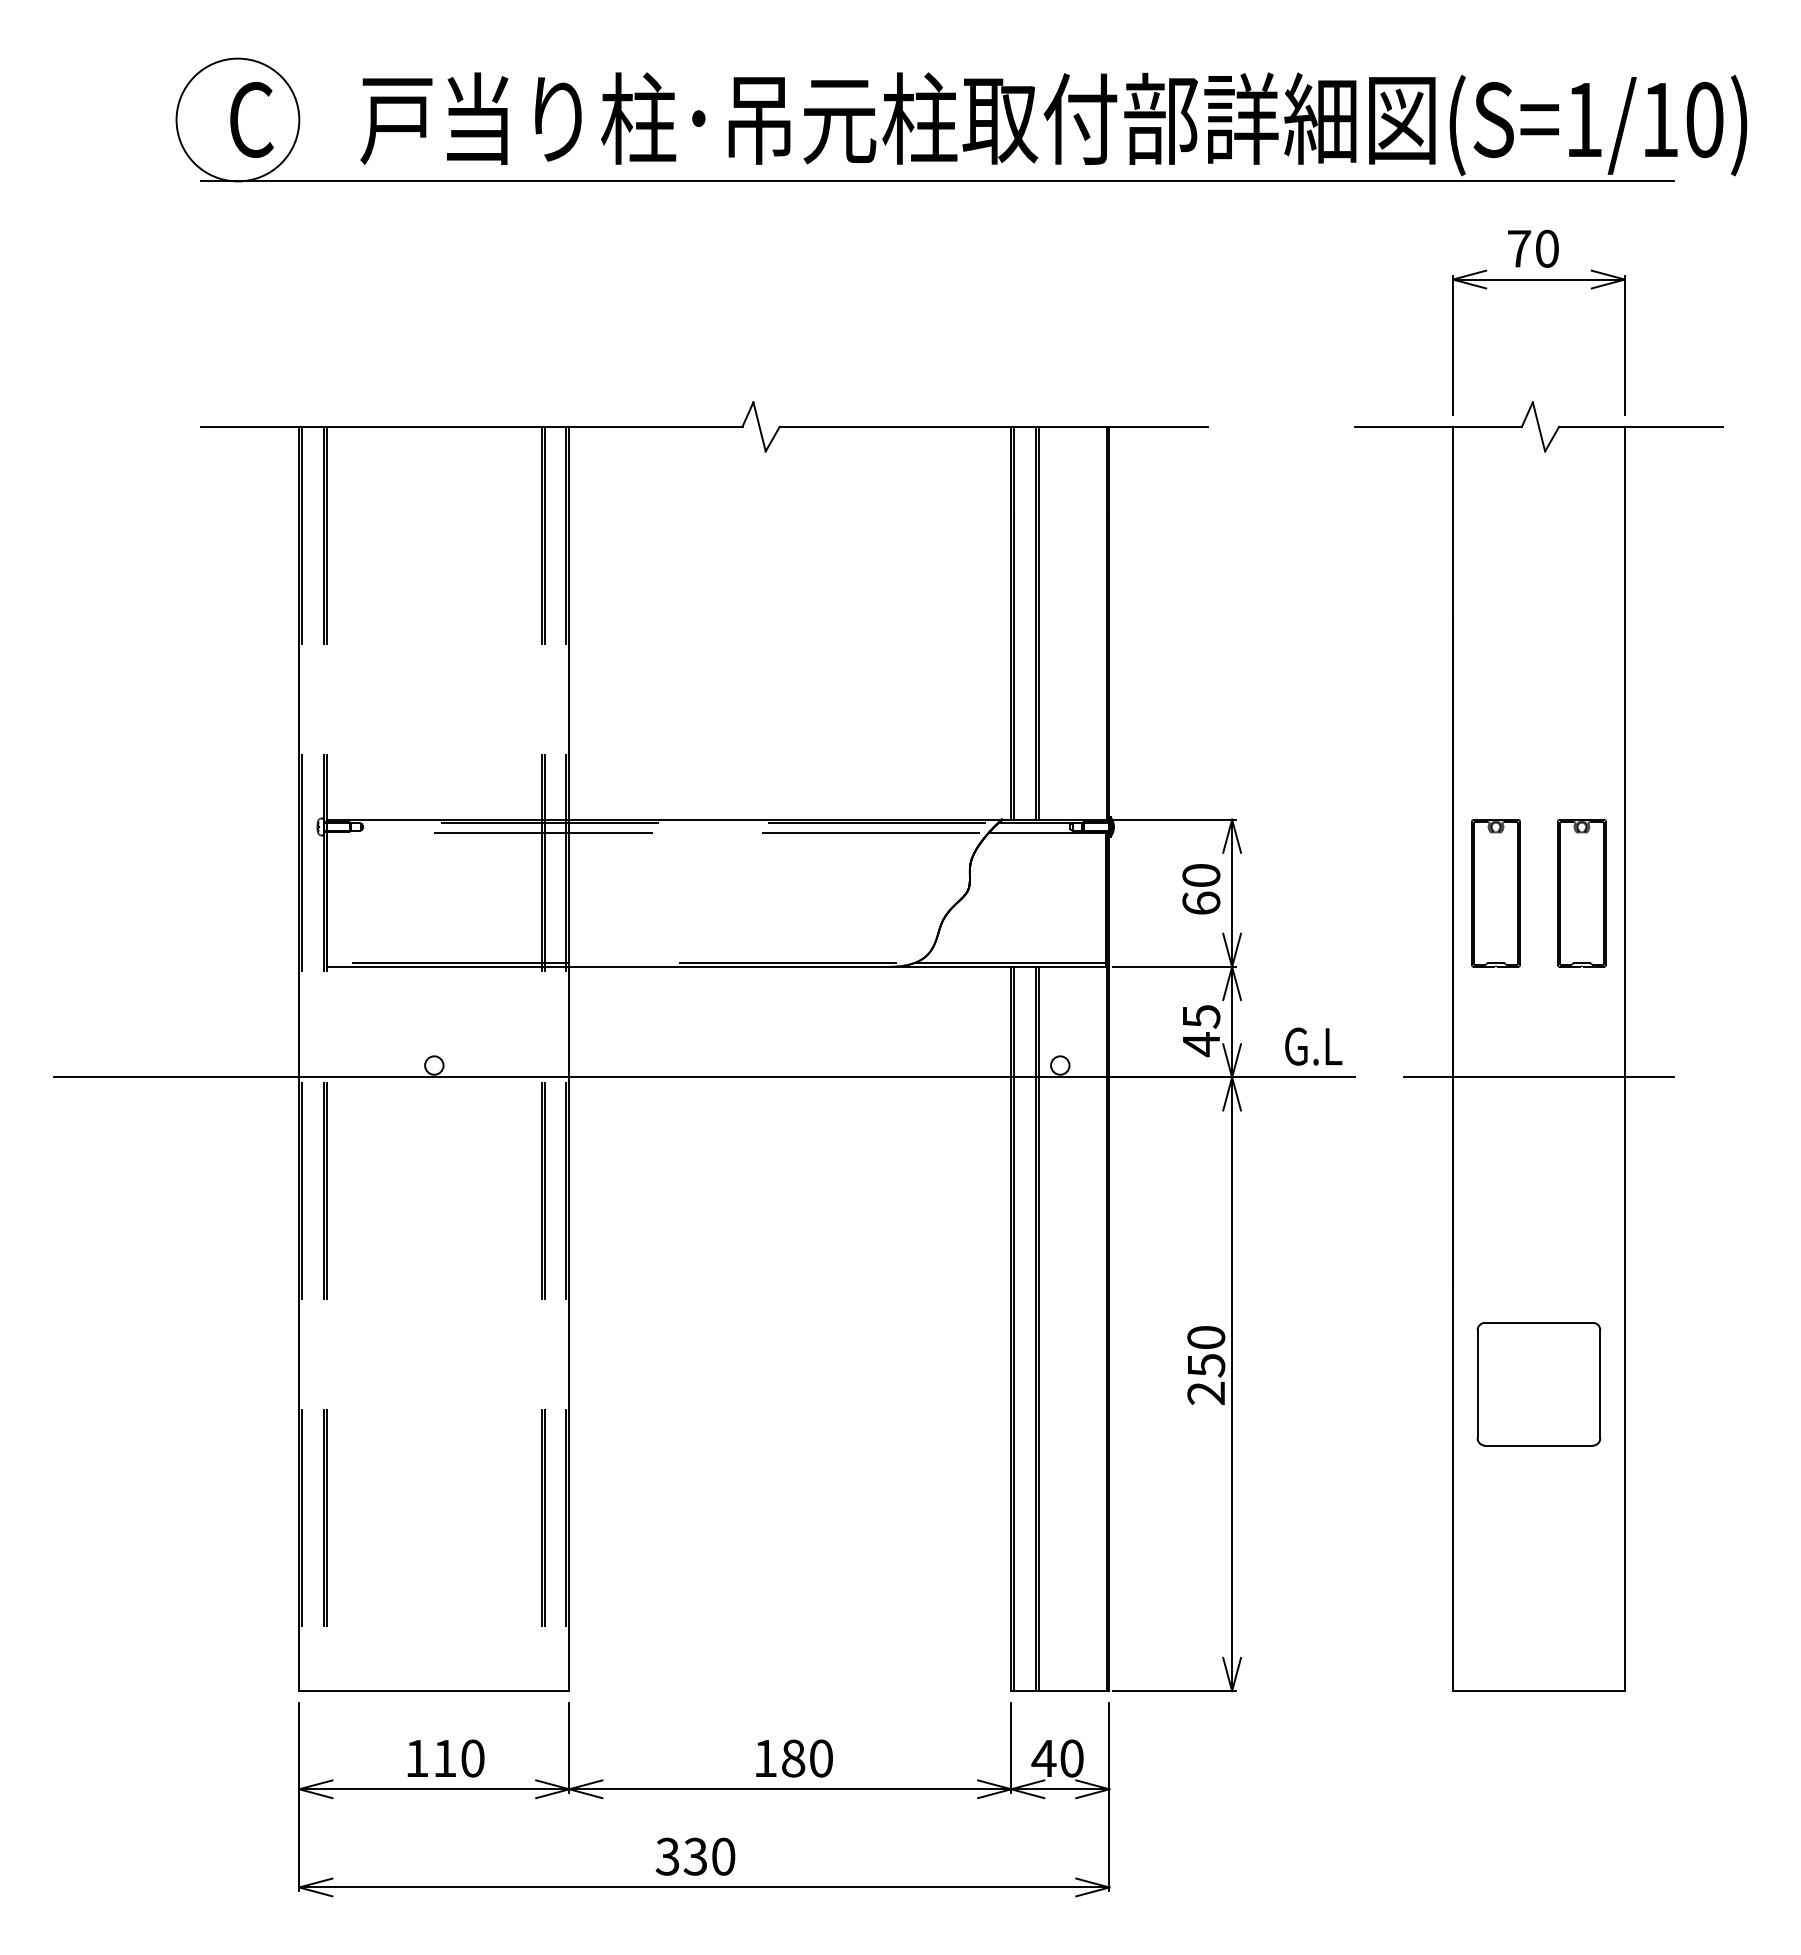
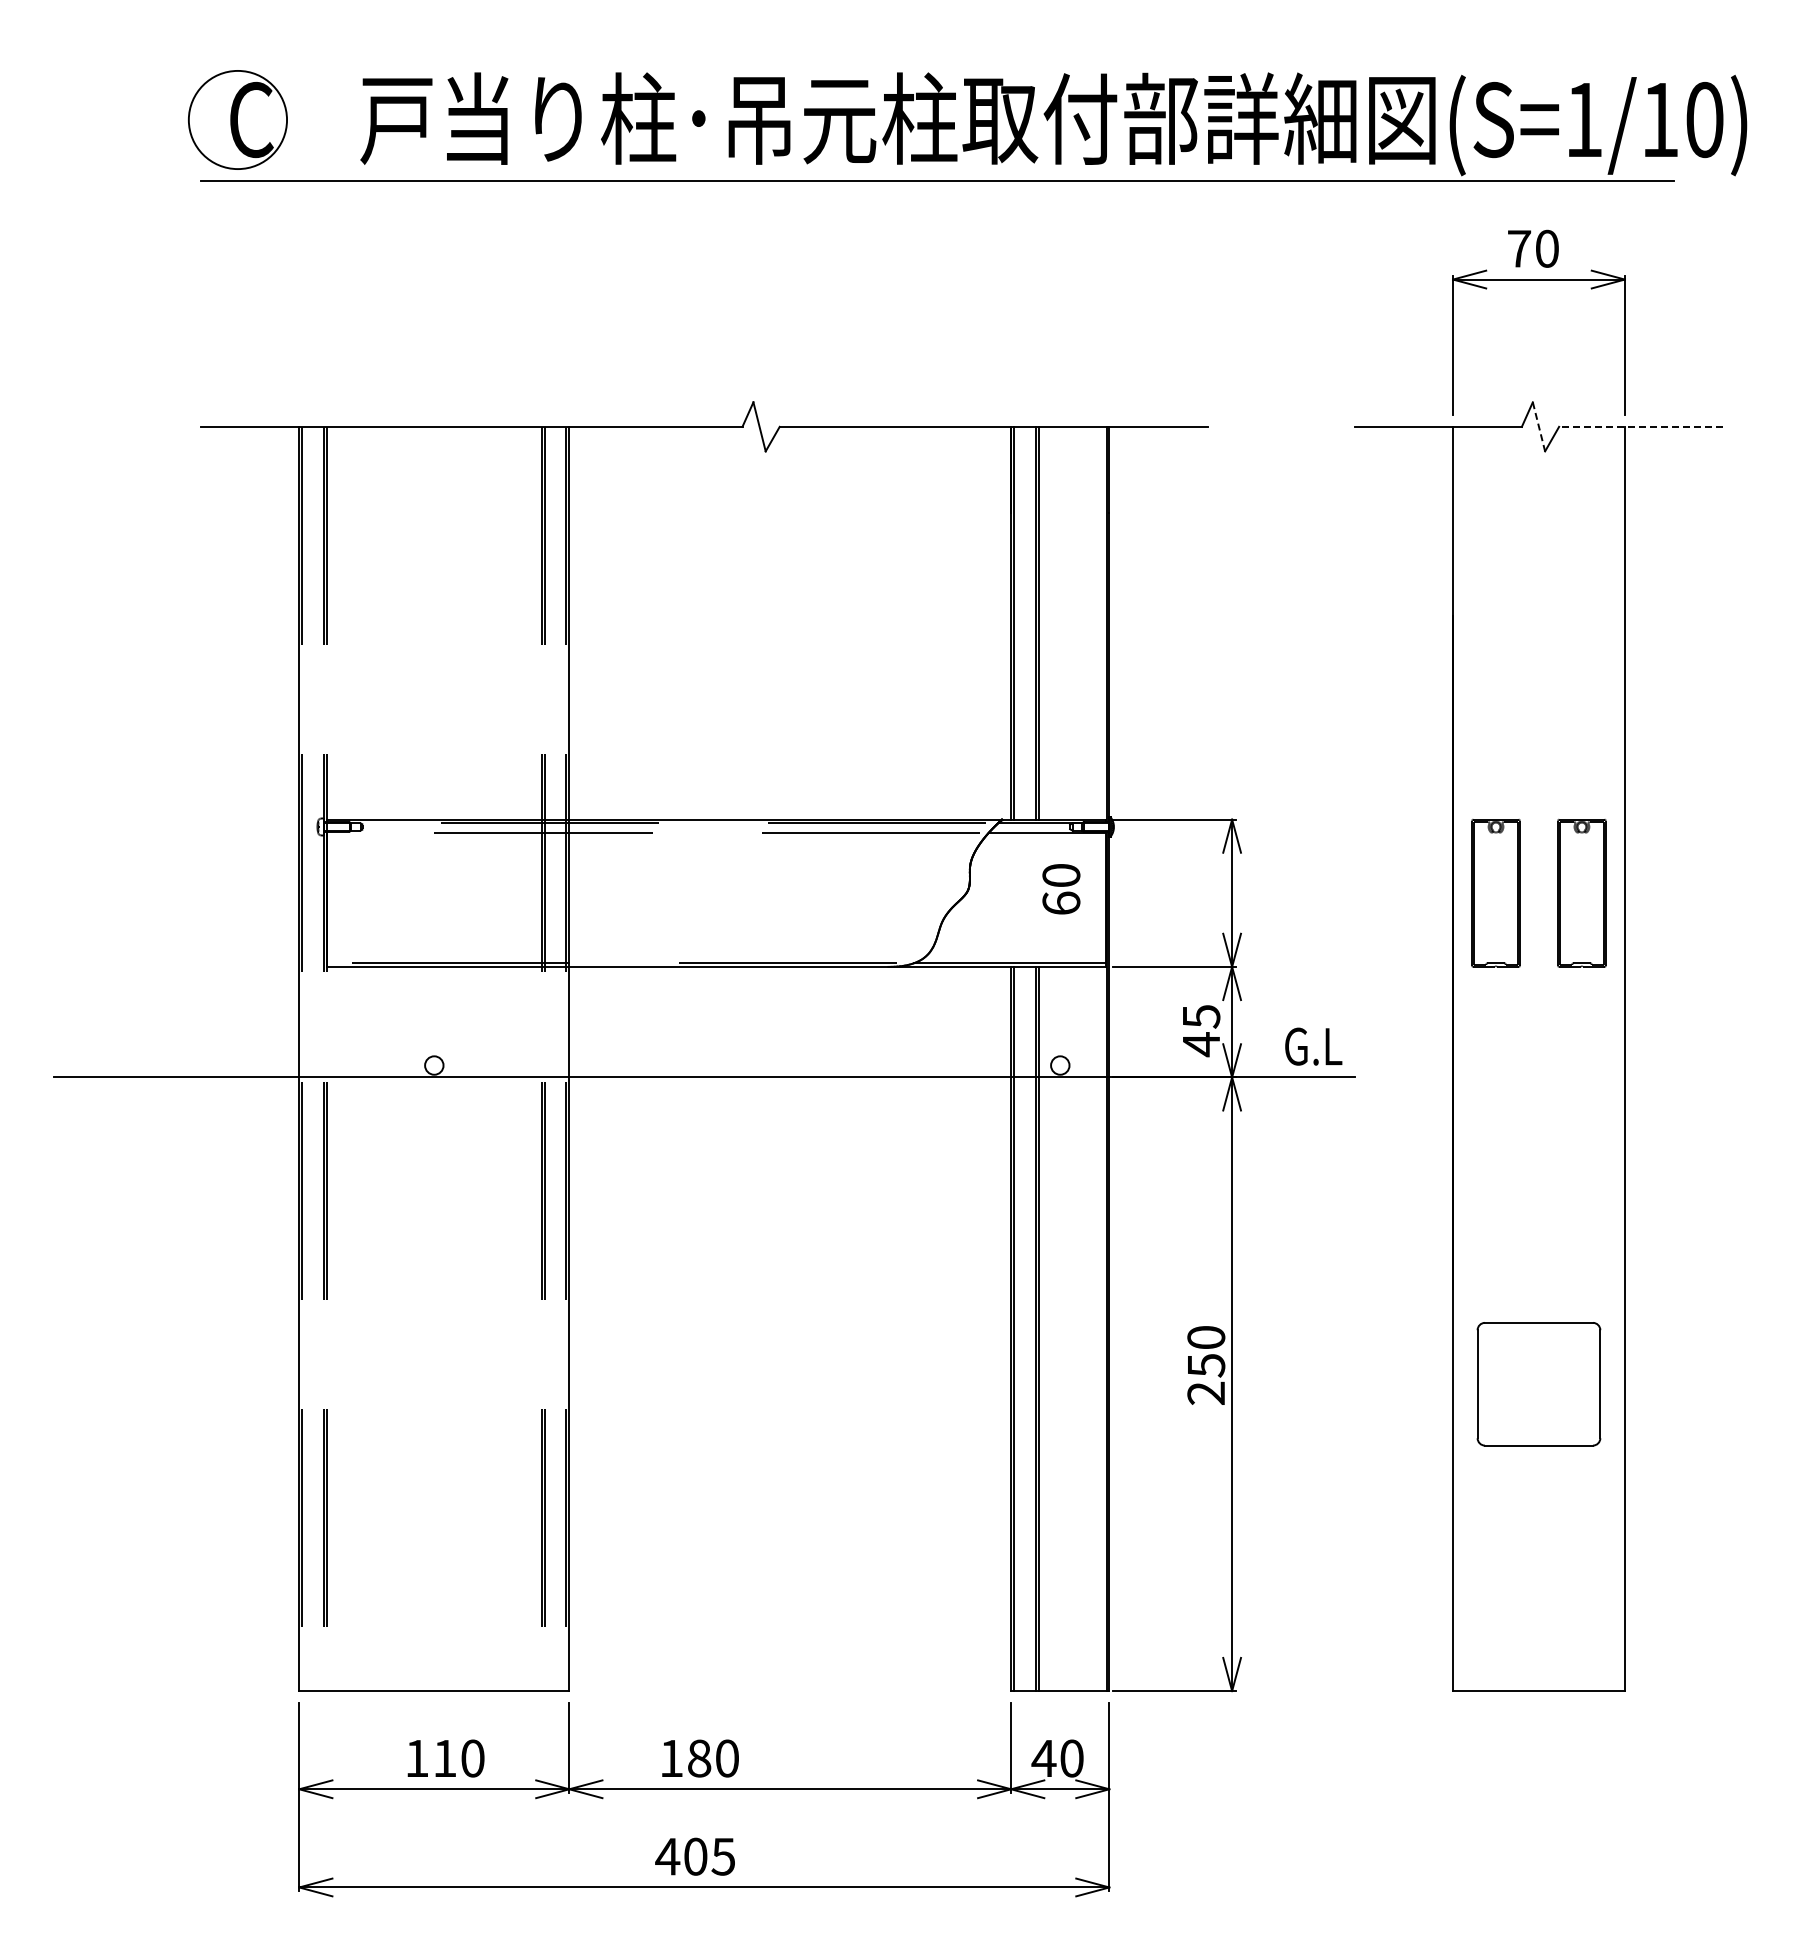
circle at (237, 119) diameter: 123 px -> 98 px
line at (1641, 426): solid -> dashed
line at (1539, 427): solid -> dashed
text at (1201, 889) position: (1201, 889) -> (1061, 889)
line at (1538, 1077): present -> none
text at (794, 1758) position: (794, 1758) -> (700, 1758)
text at (695, 1856): 330 -> 405
